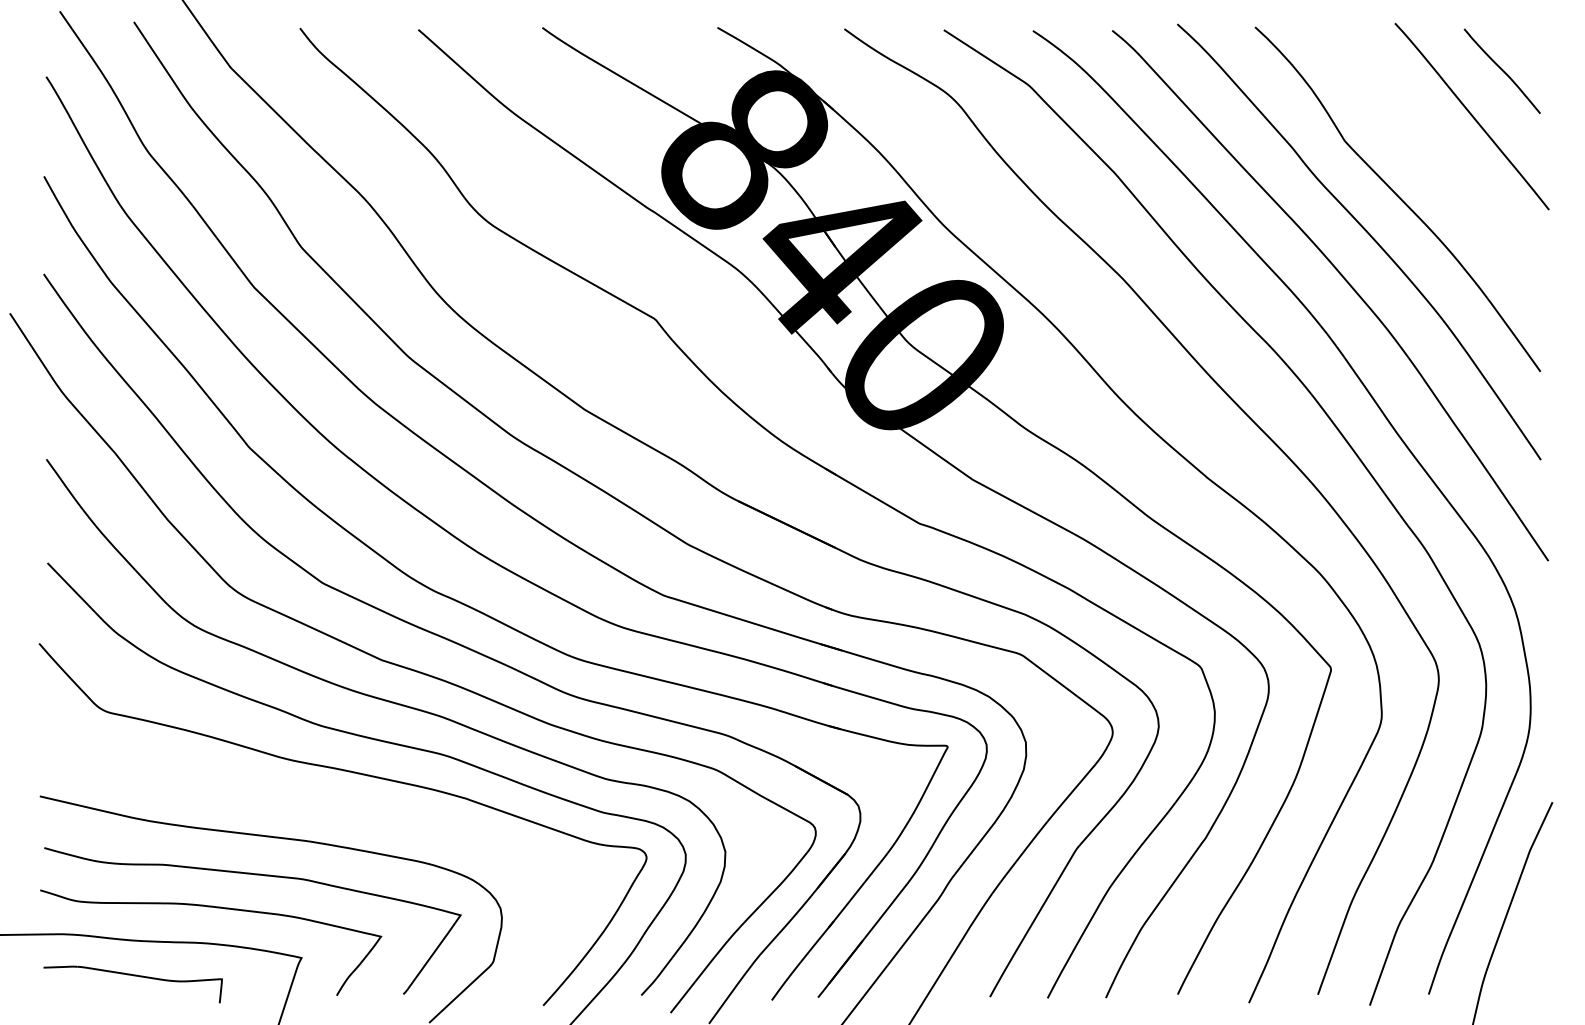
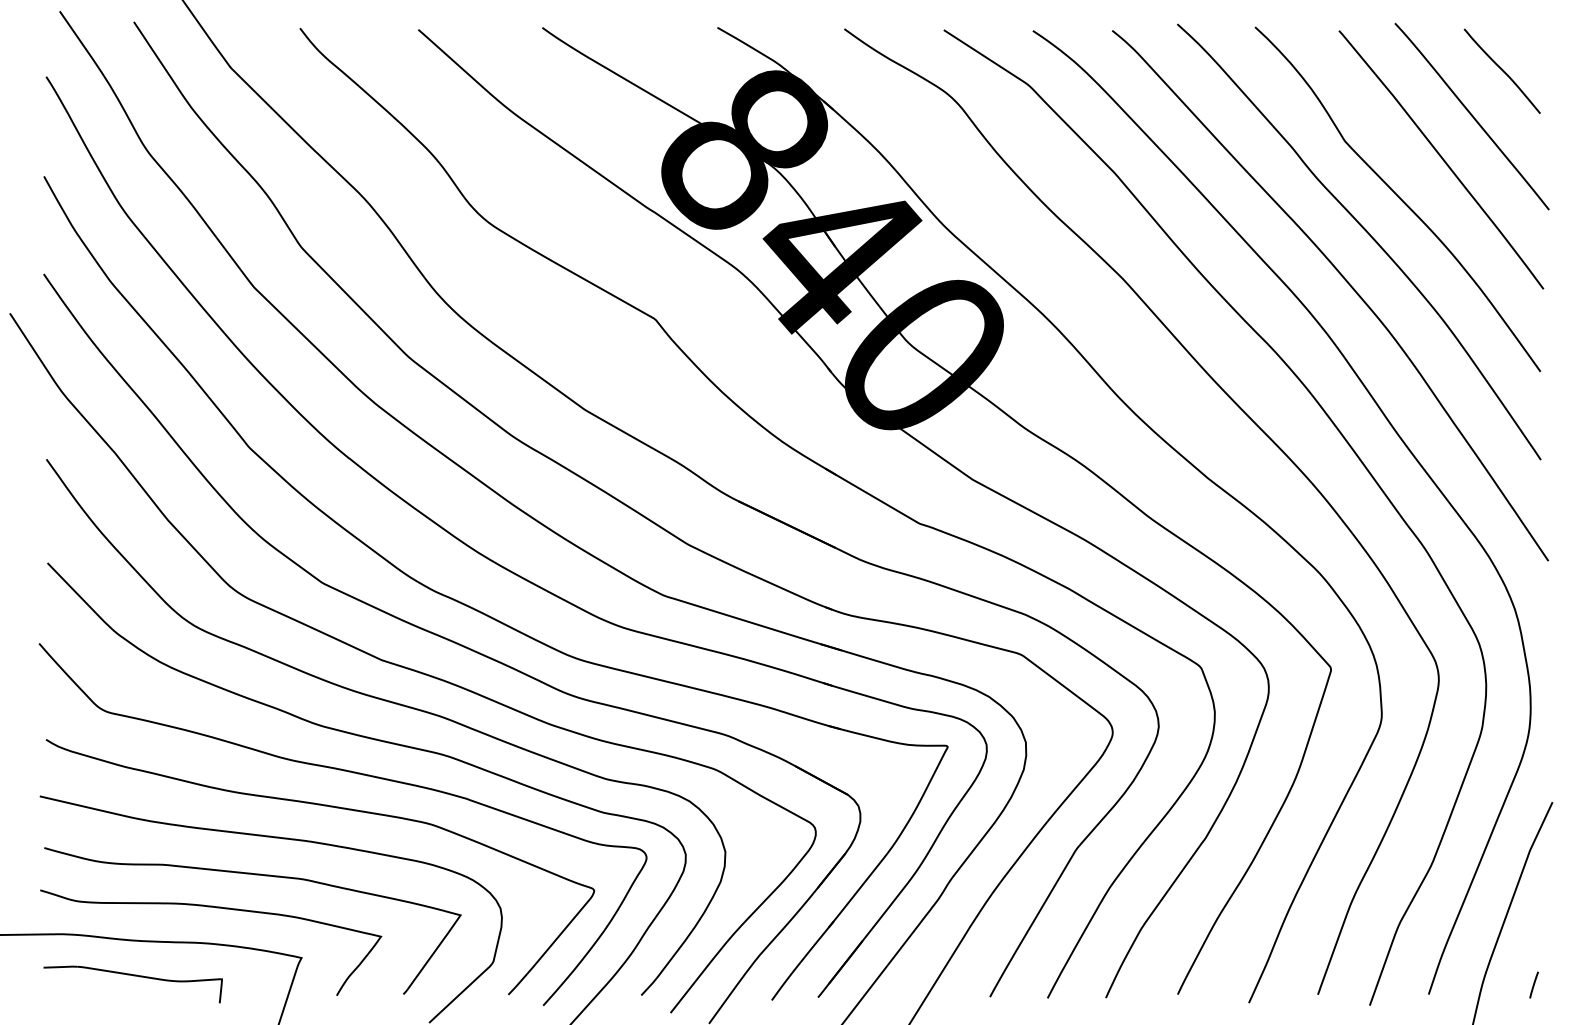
curve at (1441, 158): none -> present
curve at (330, 807): none -> present
line at (1533, 984): none -> present
